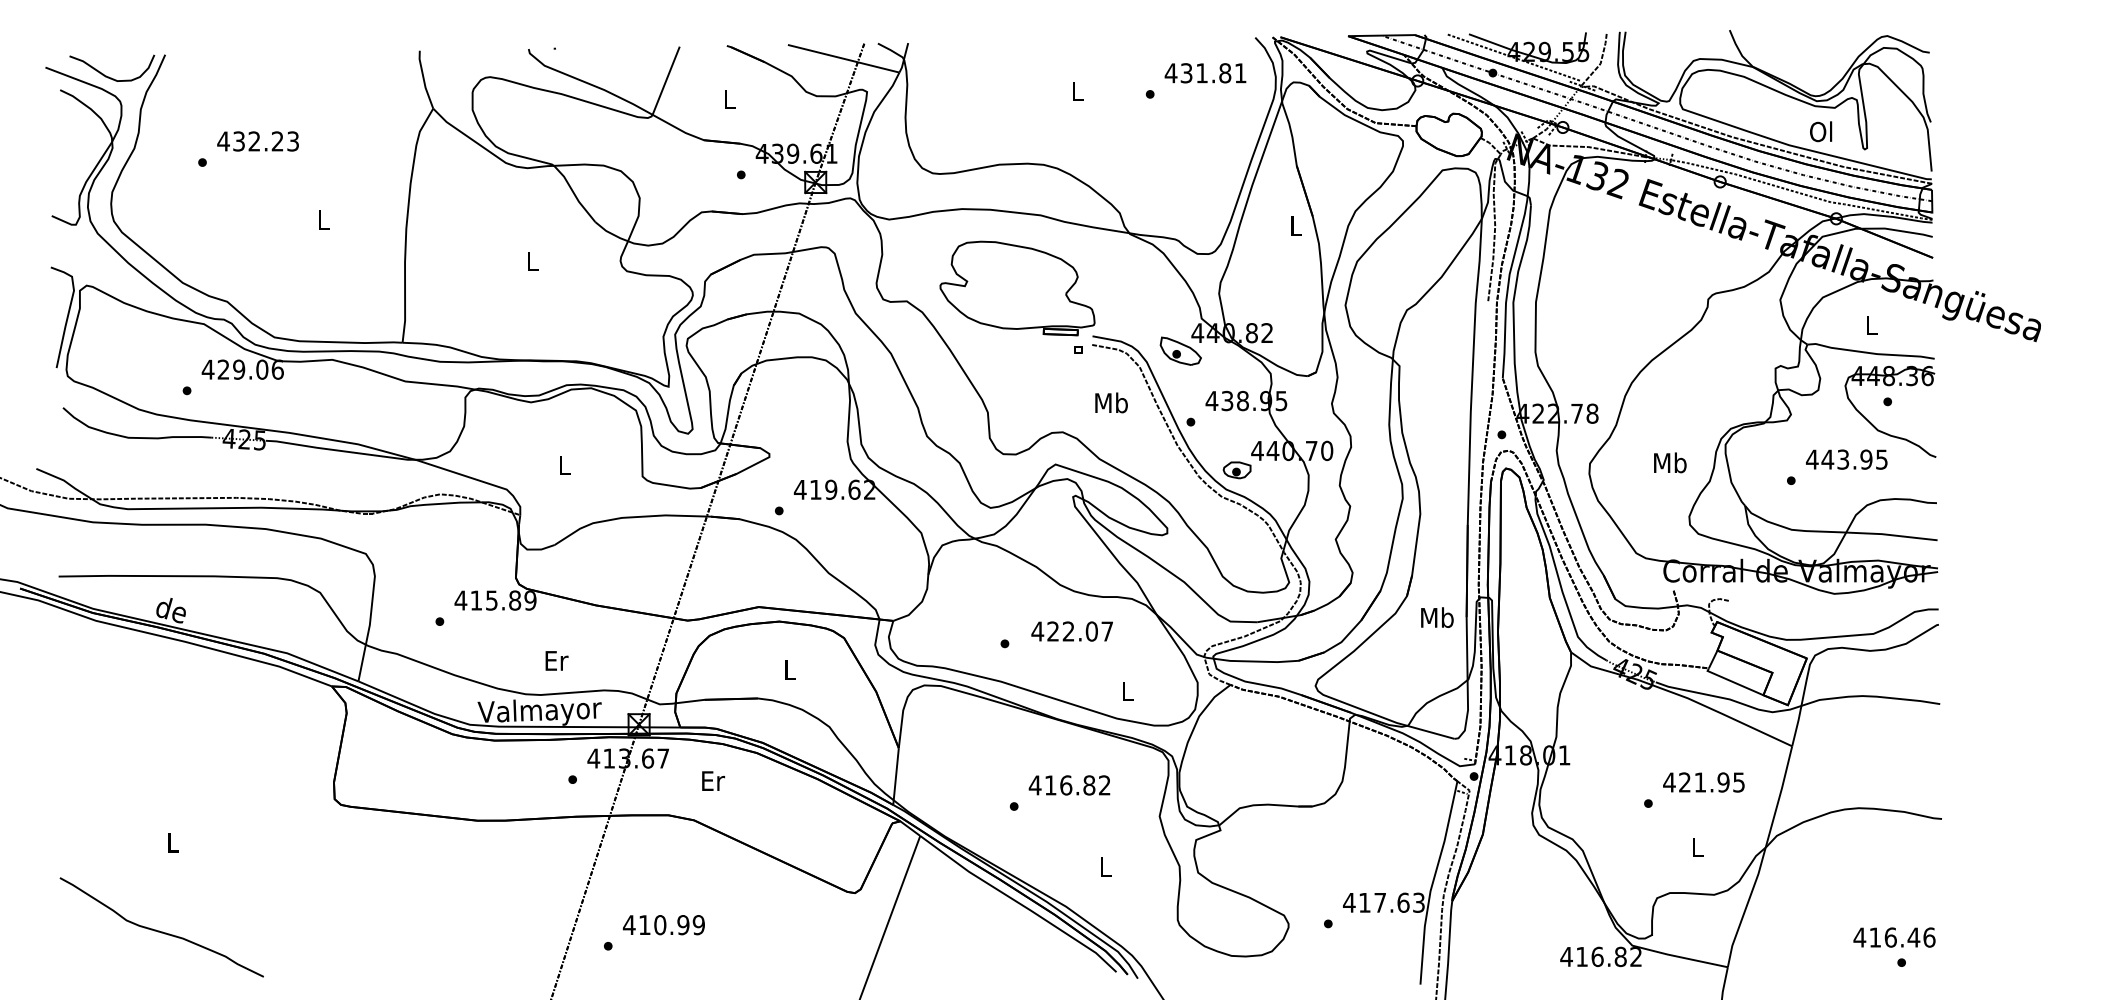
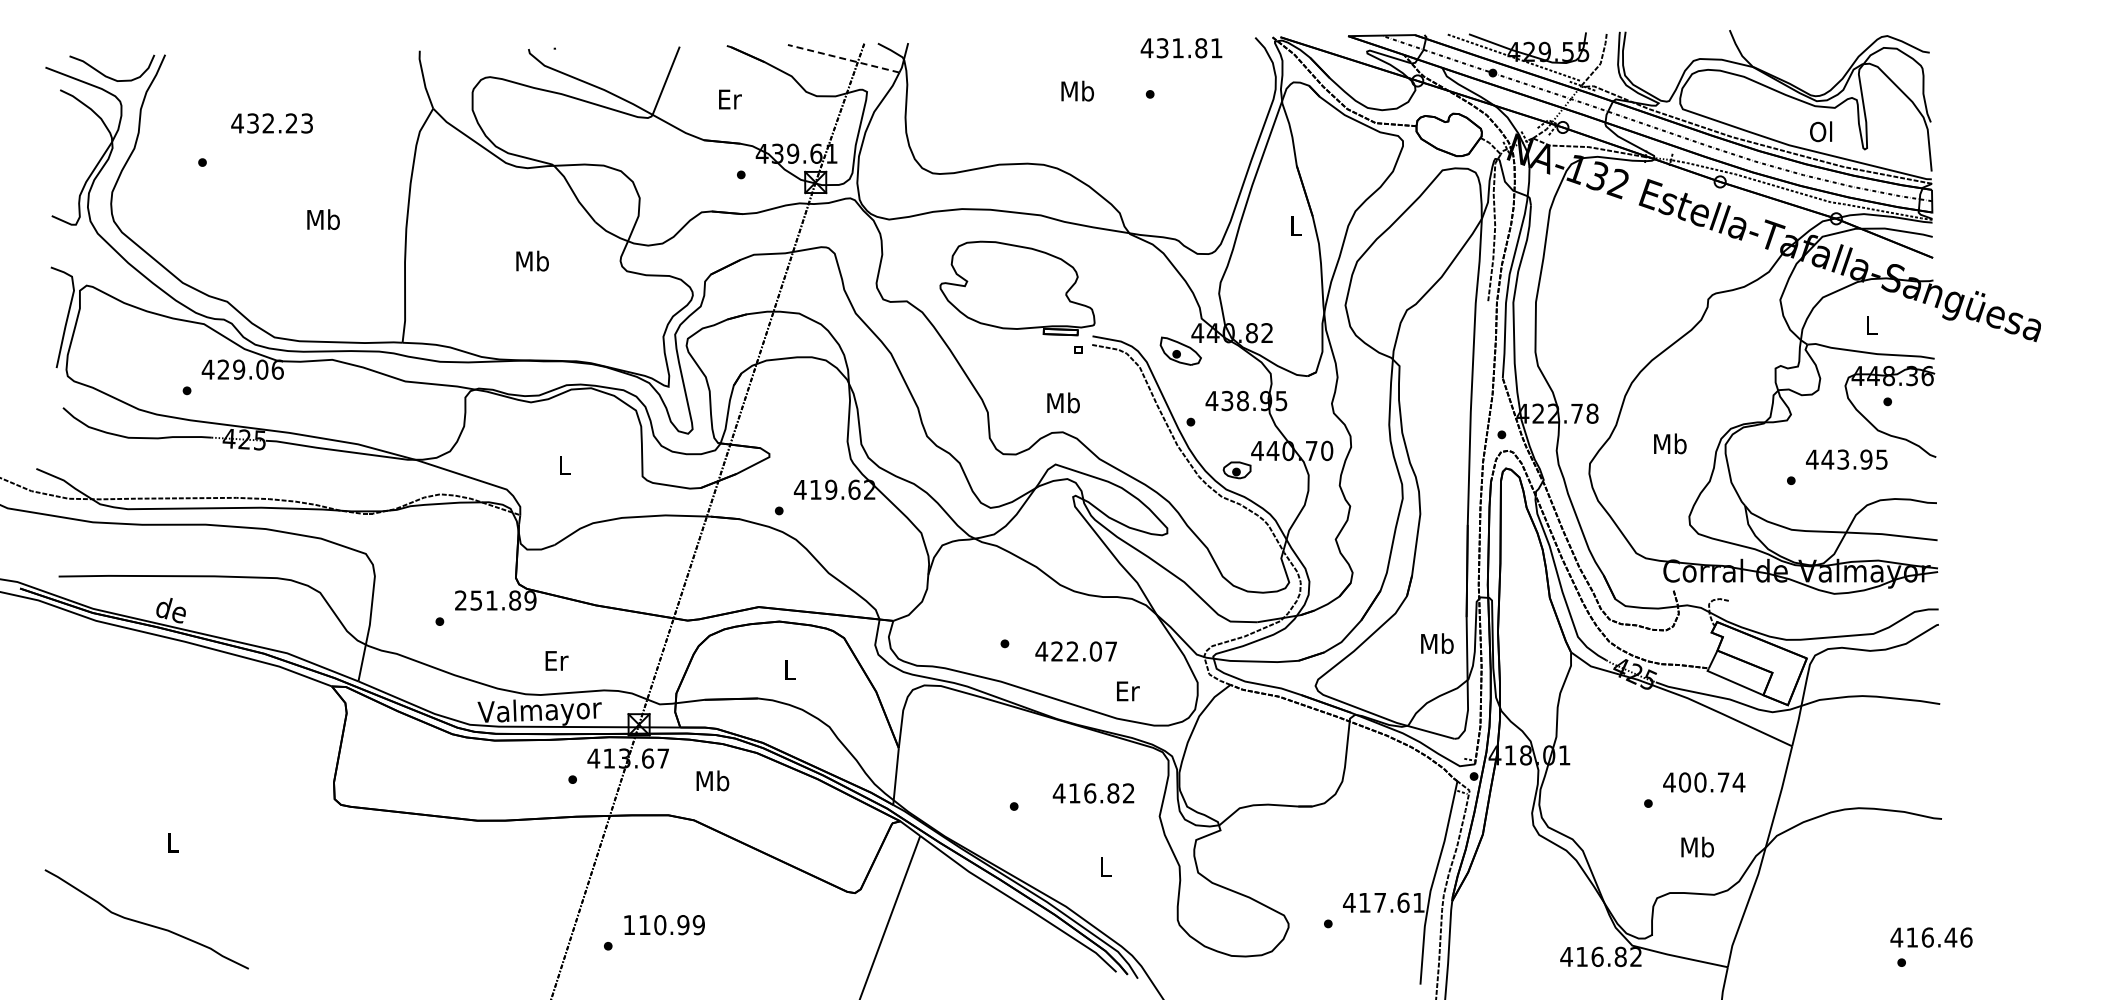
line at (843, 58): solid -> dashed
text at (1205, 73) position: (1205, 73) -> (1181, 48)
text at (1077, 90): L -> Mb
text at (730, 99): L -> Er
text at (257, 141) position: (257, 141) -> (271, 123)
text at (323, 219): L -> Mb
text at (532, 260): L -> Mb
text at (1111, 402) position: (1111, 402) -> (1063, 402)
text at (1670, 462) position: (1670, 462) -> (1670, 443)
text at (475, 600): 415.89 -> 251.89
text at (1437, 617) position: (1437, 617) -> (1437, 643)
text at (1071, 631) position: (1071, 631) -> (1075, 651)
text at (1128, 691): L -> Er
text at (712, 780): Er -> Mb
text at (1712, 782): 421.95 -> 400.74
text at (1069, 785) position: (1069, 785) -> (1093, 793)
text at (1697, 846): L -> Mb
text at (1418, 902): 417.63 -> 417.61
text at (628, 924): 410.99 -> 110.99
curve at (159, 930) position: (159, 930) -> (144, 922)
text at (1894, 937) position: (1894, 937) -> (1931, 937)
